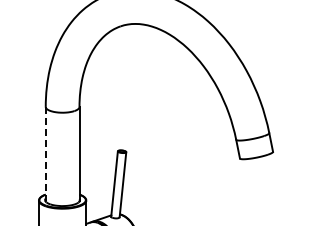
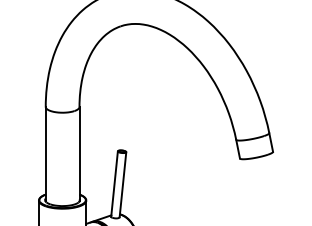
line at (45, 154): dashed -> solid
